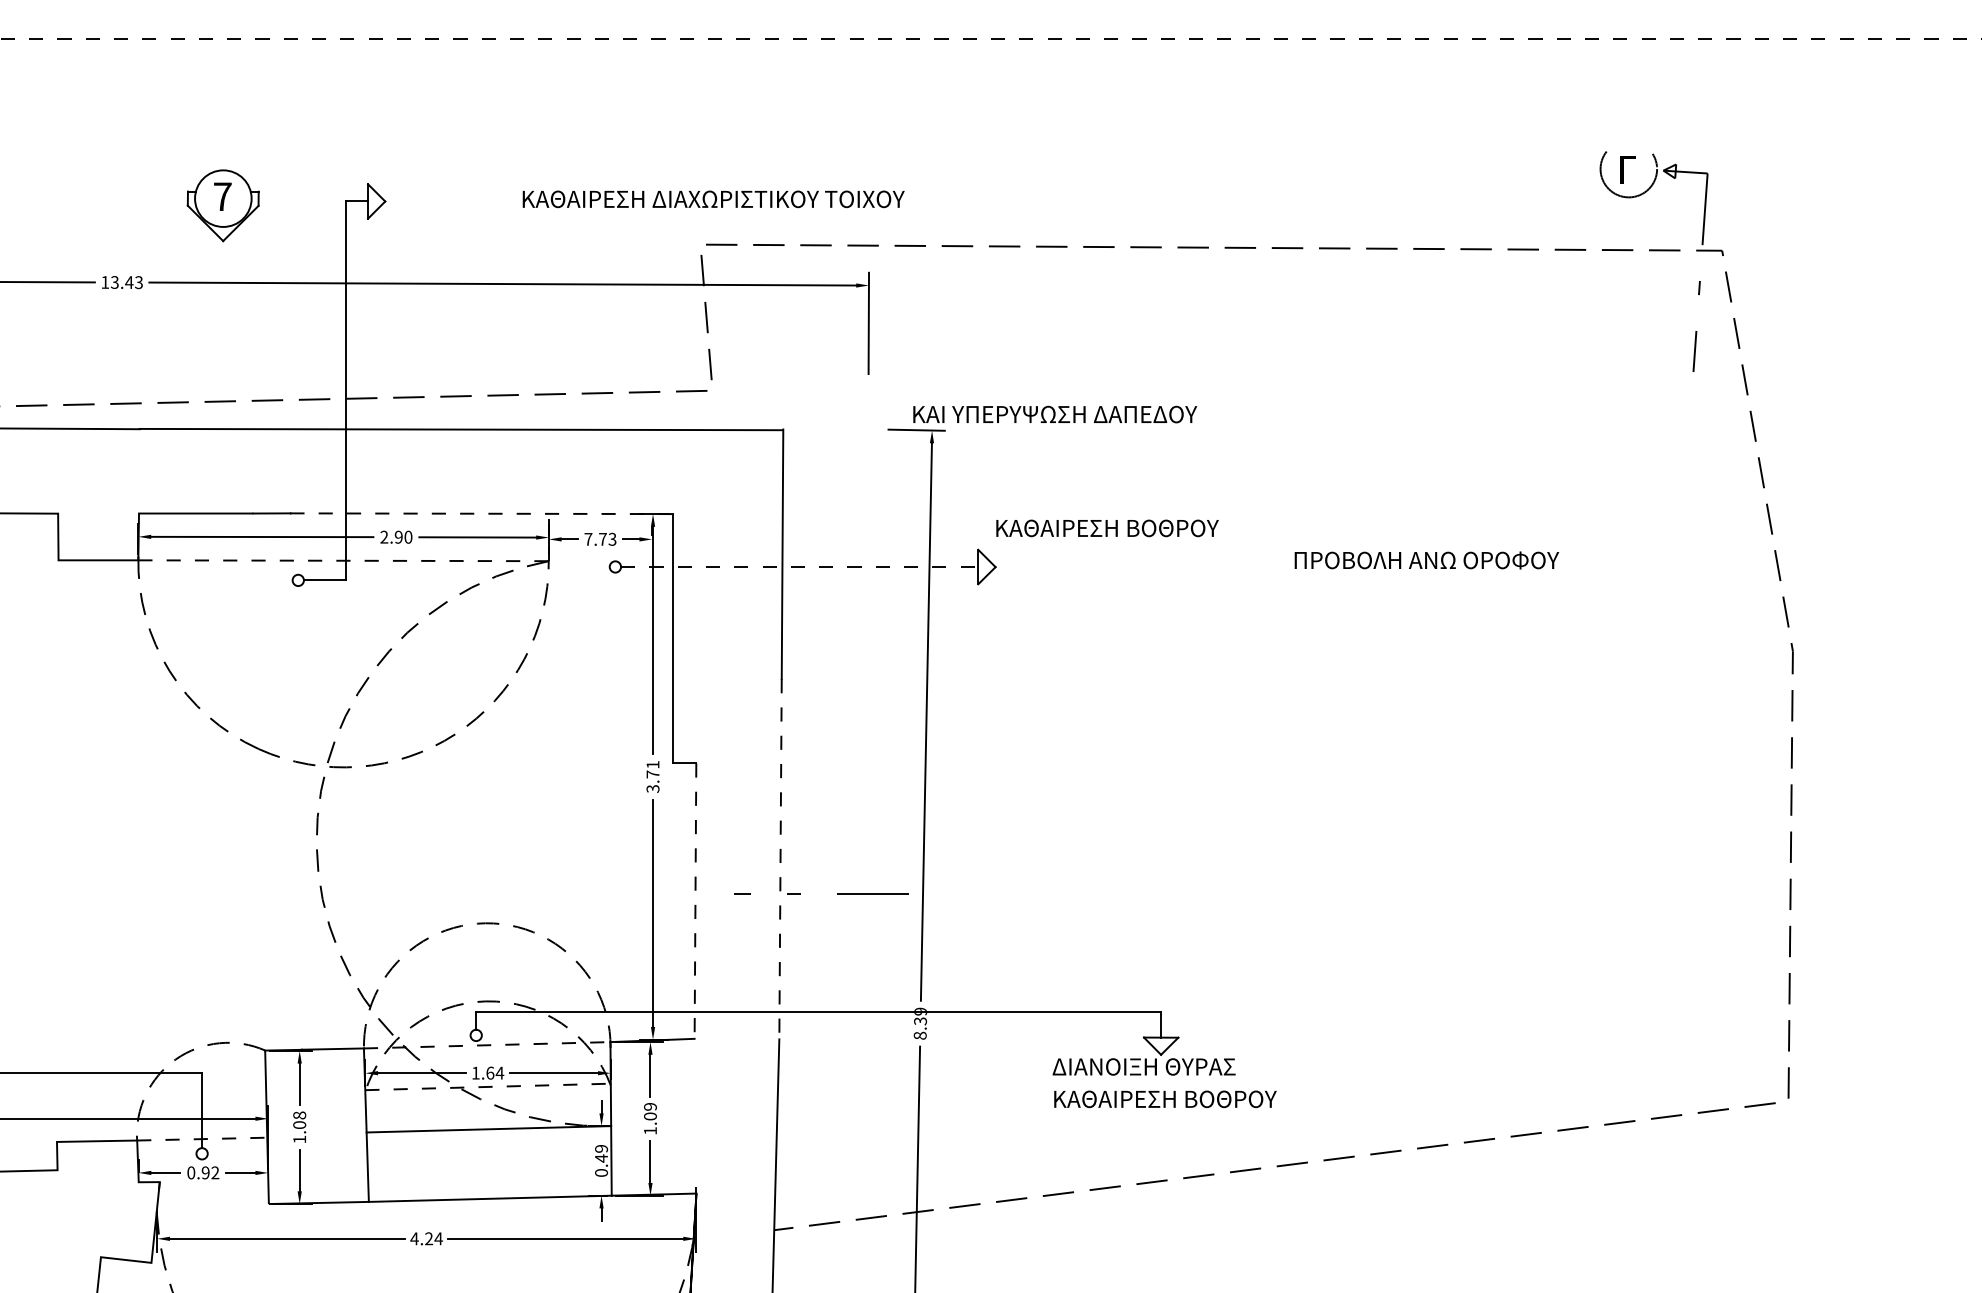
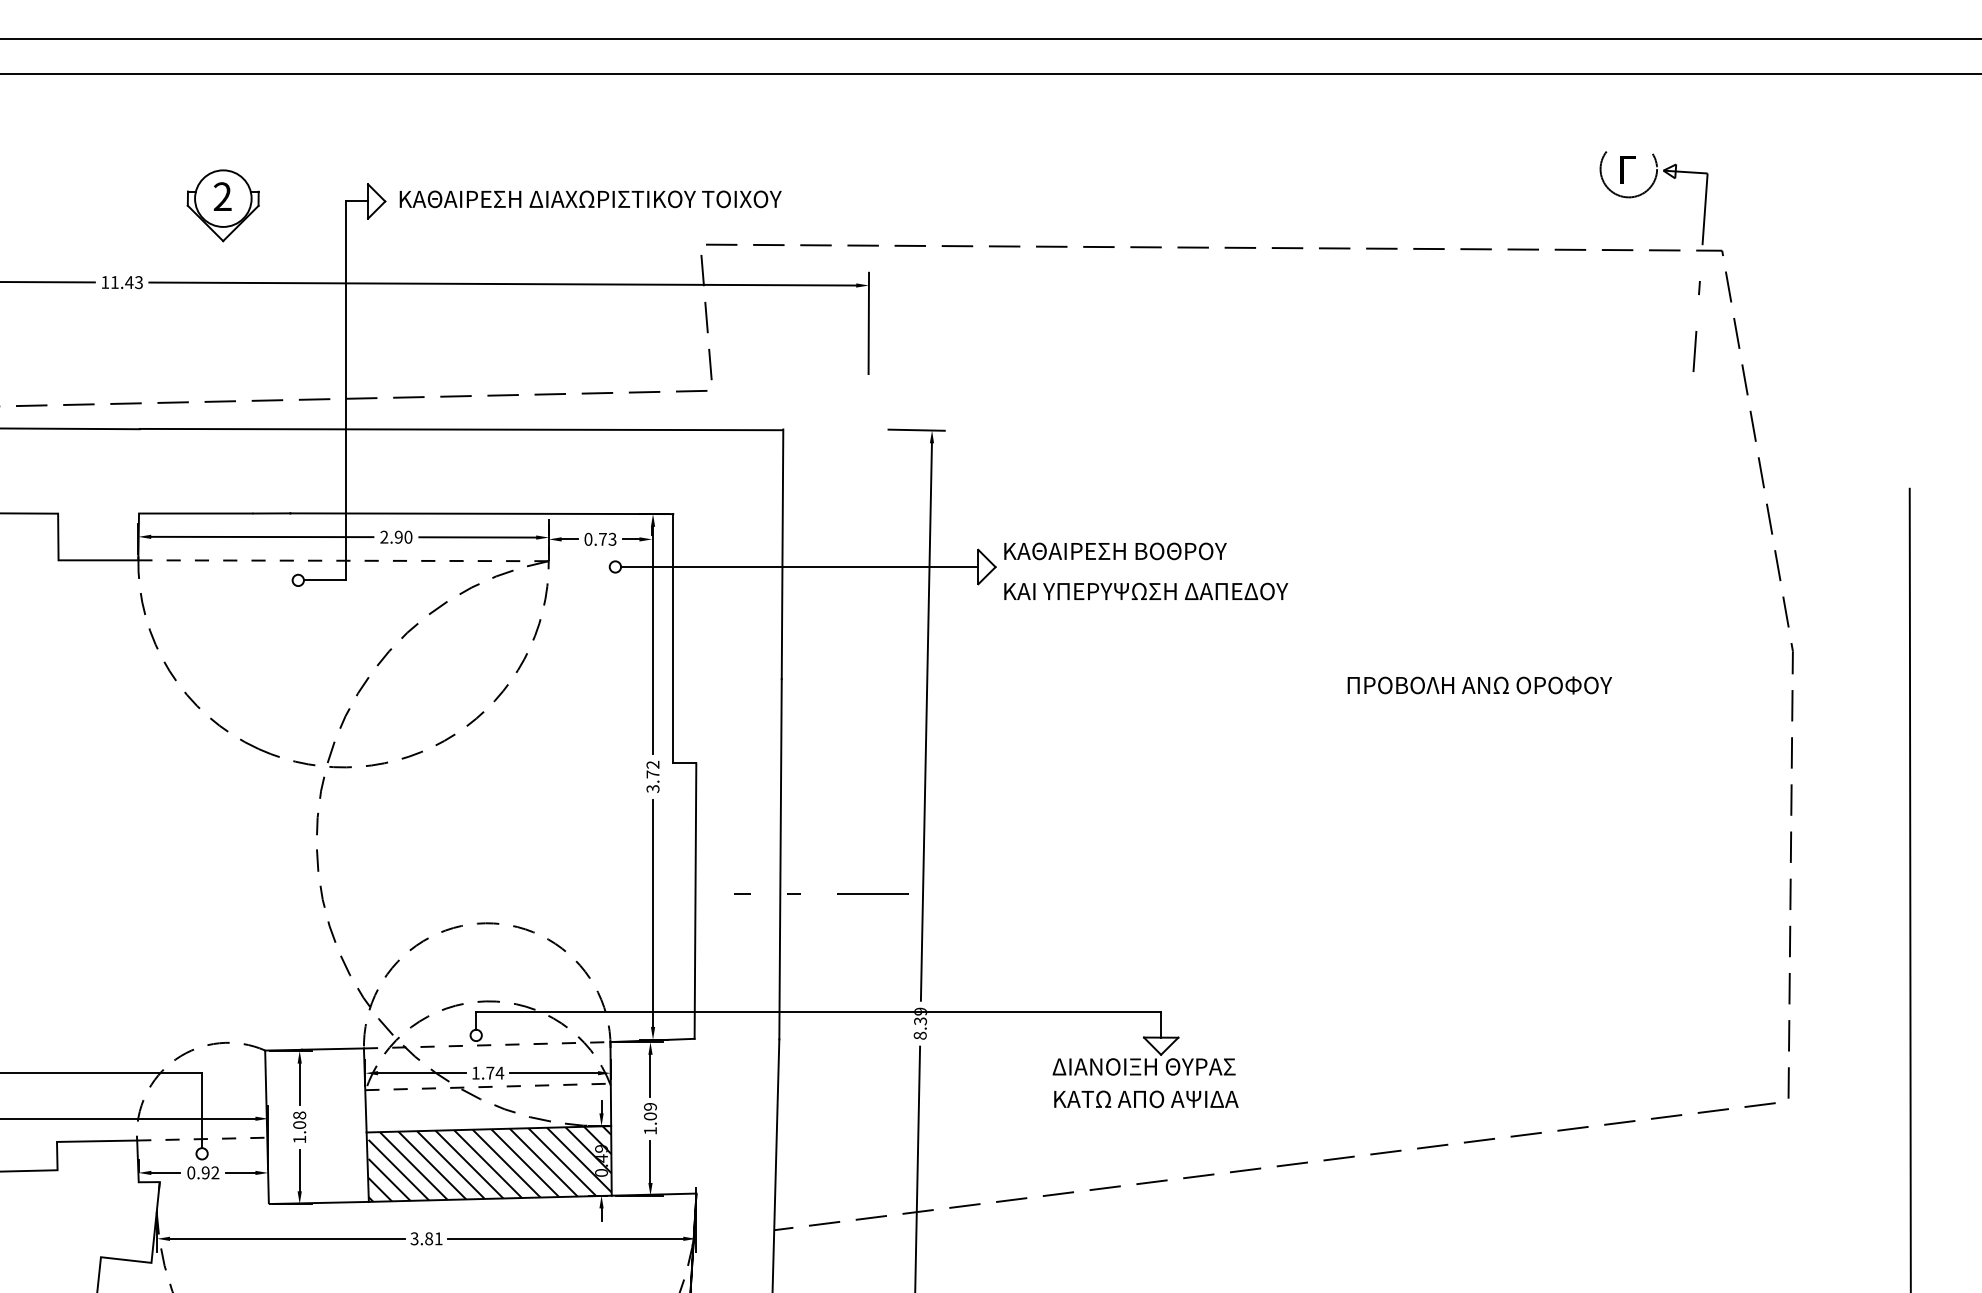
line at (990, 38): dashed -> solid
line at (990, 73): none -> present
text at (222, 196): 7 -> 2
text at (713, 199) position: (713, 199) -> (590, 199)
text at (114, 282): 13.43 -> 11.43
text at (1055, 414) position: (1055, 414) -> (1146, 591)
line at (482, 513): dashed -> solid
text at (1107, 528) position: (1107, 528) -> (1115, 551)
text at (588, 538): 7.73 -> 0.73
text at (1426, 560) position: (1426, 560) -> (1479, 685)
line at (799, 566): dashed -> solid
text at (652, 764): 3.71 -> 3.72
line at (780, 859): dashed -> solid
line at (1909, 888): none -> present
line at (695, 901): dashed -> solid
text at (490, 1072): 1.64 -> 1.74
text at (1178, 1099): ΚΑΘΑΙΡΕΣΗ ΒΟΘΡΟΥ -> ΚΑΤΩ ΑΠΟ ΑΨΙΔΑ
hatch at (489, 1163): none -> present
text at (426, 1238): 4.24 -> 3.81
